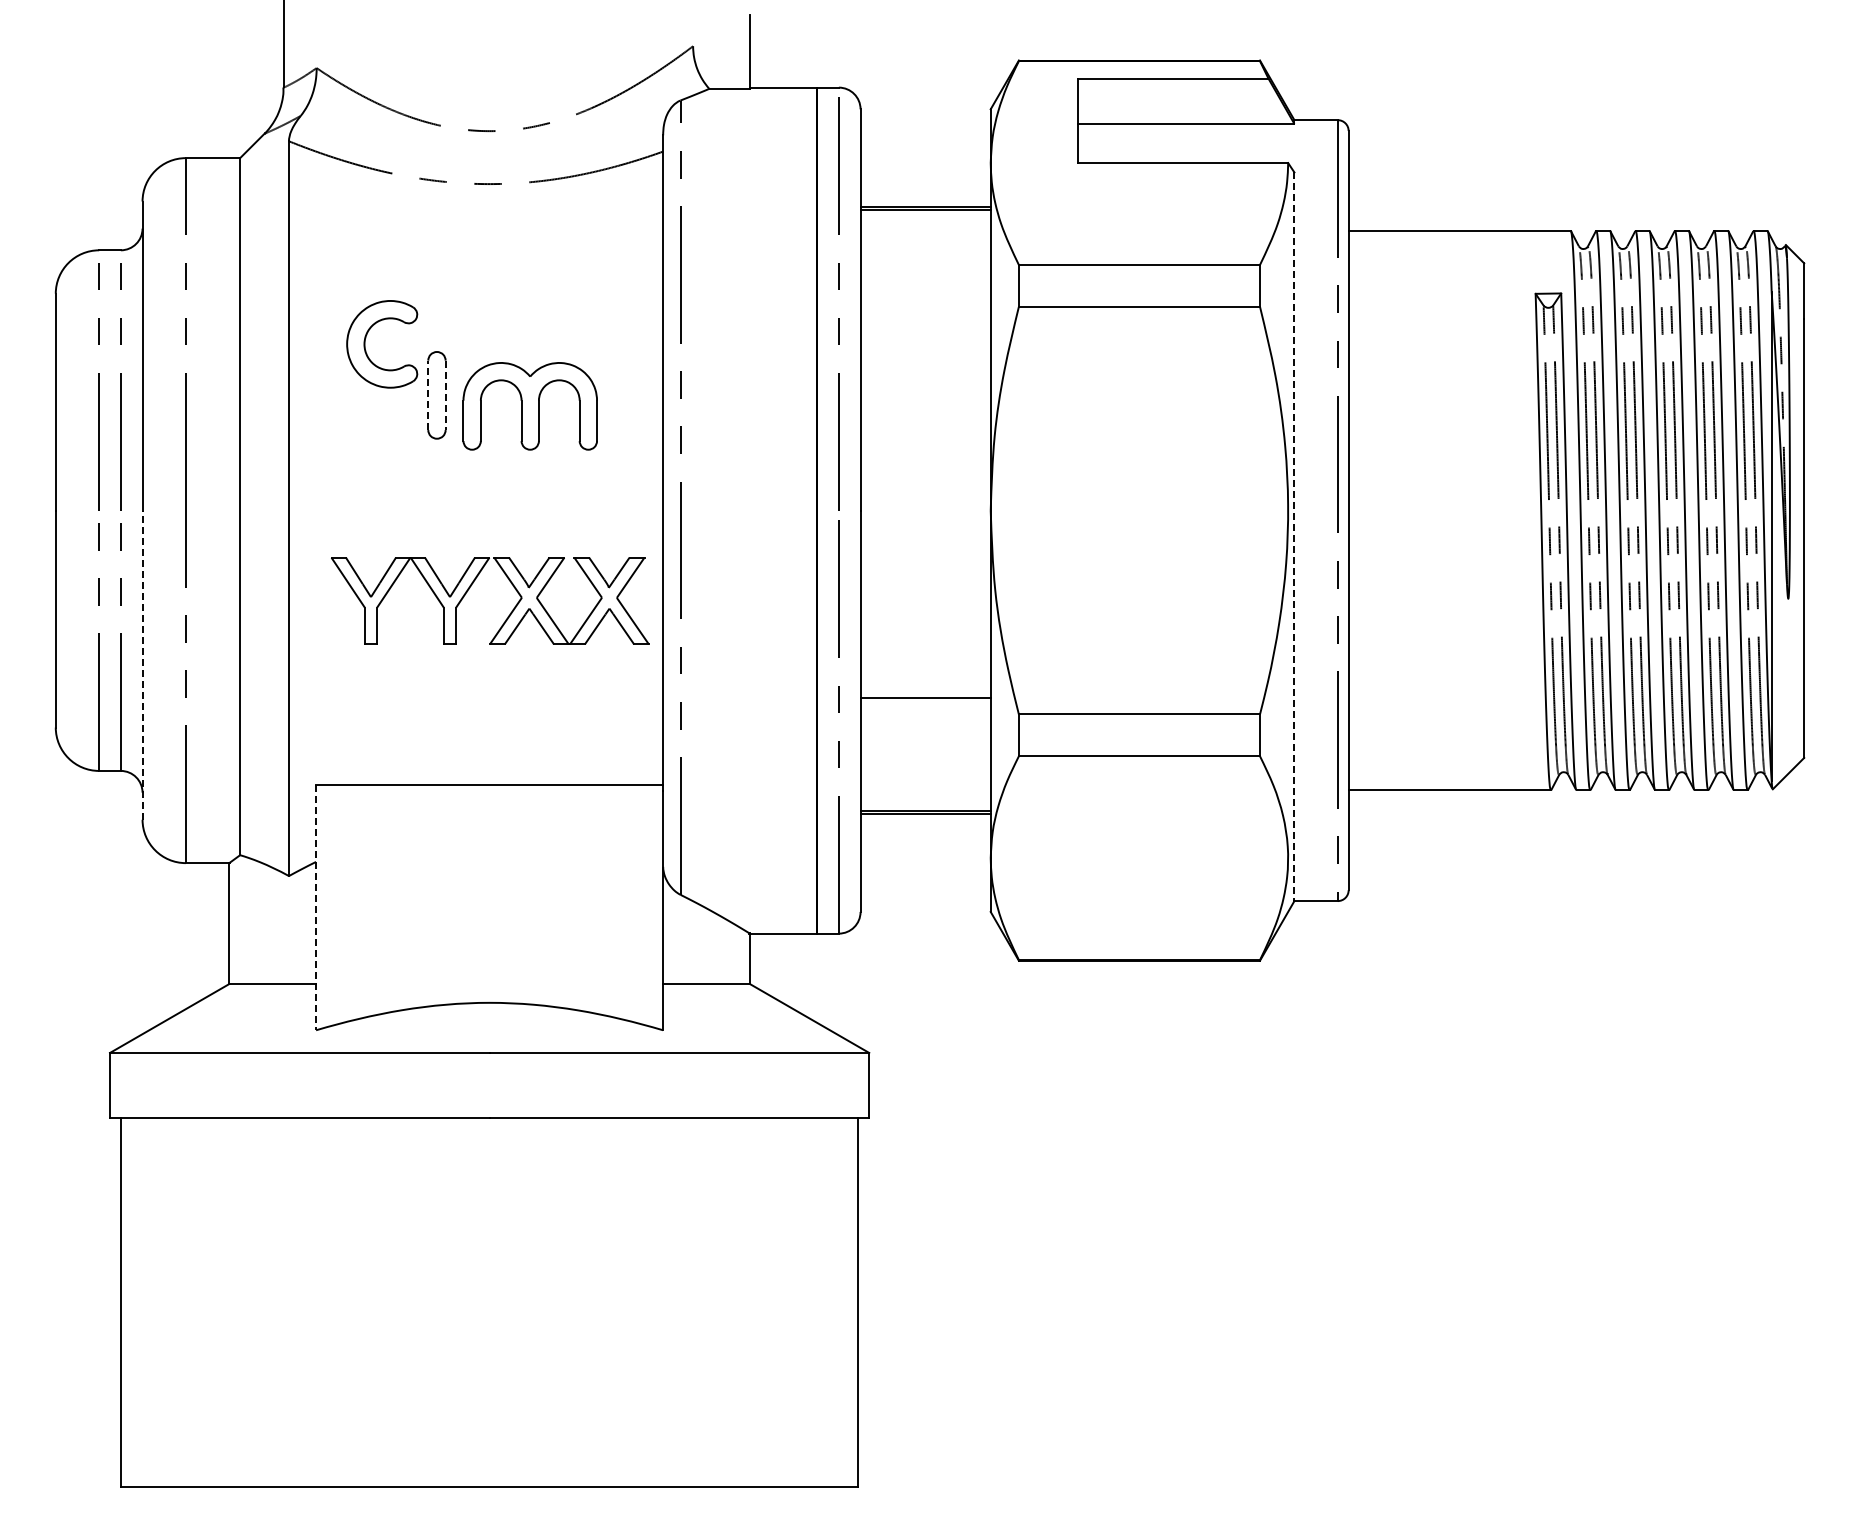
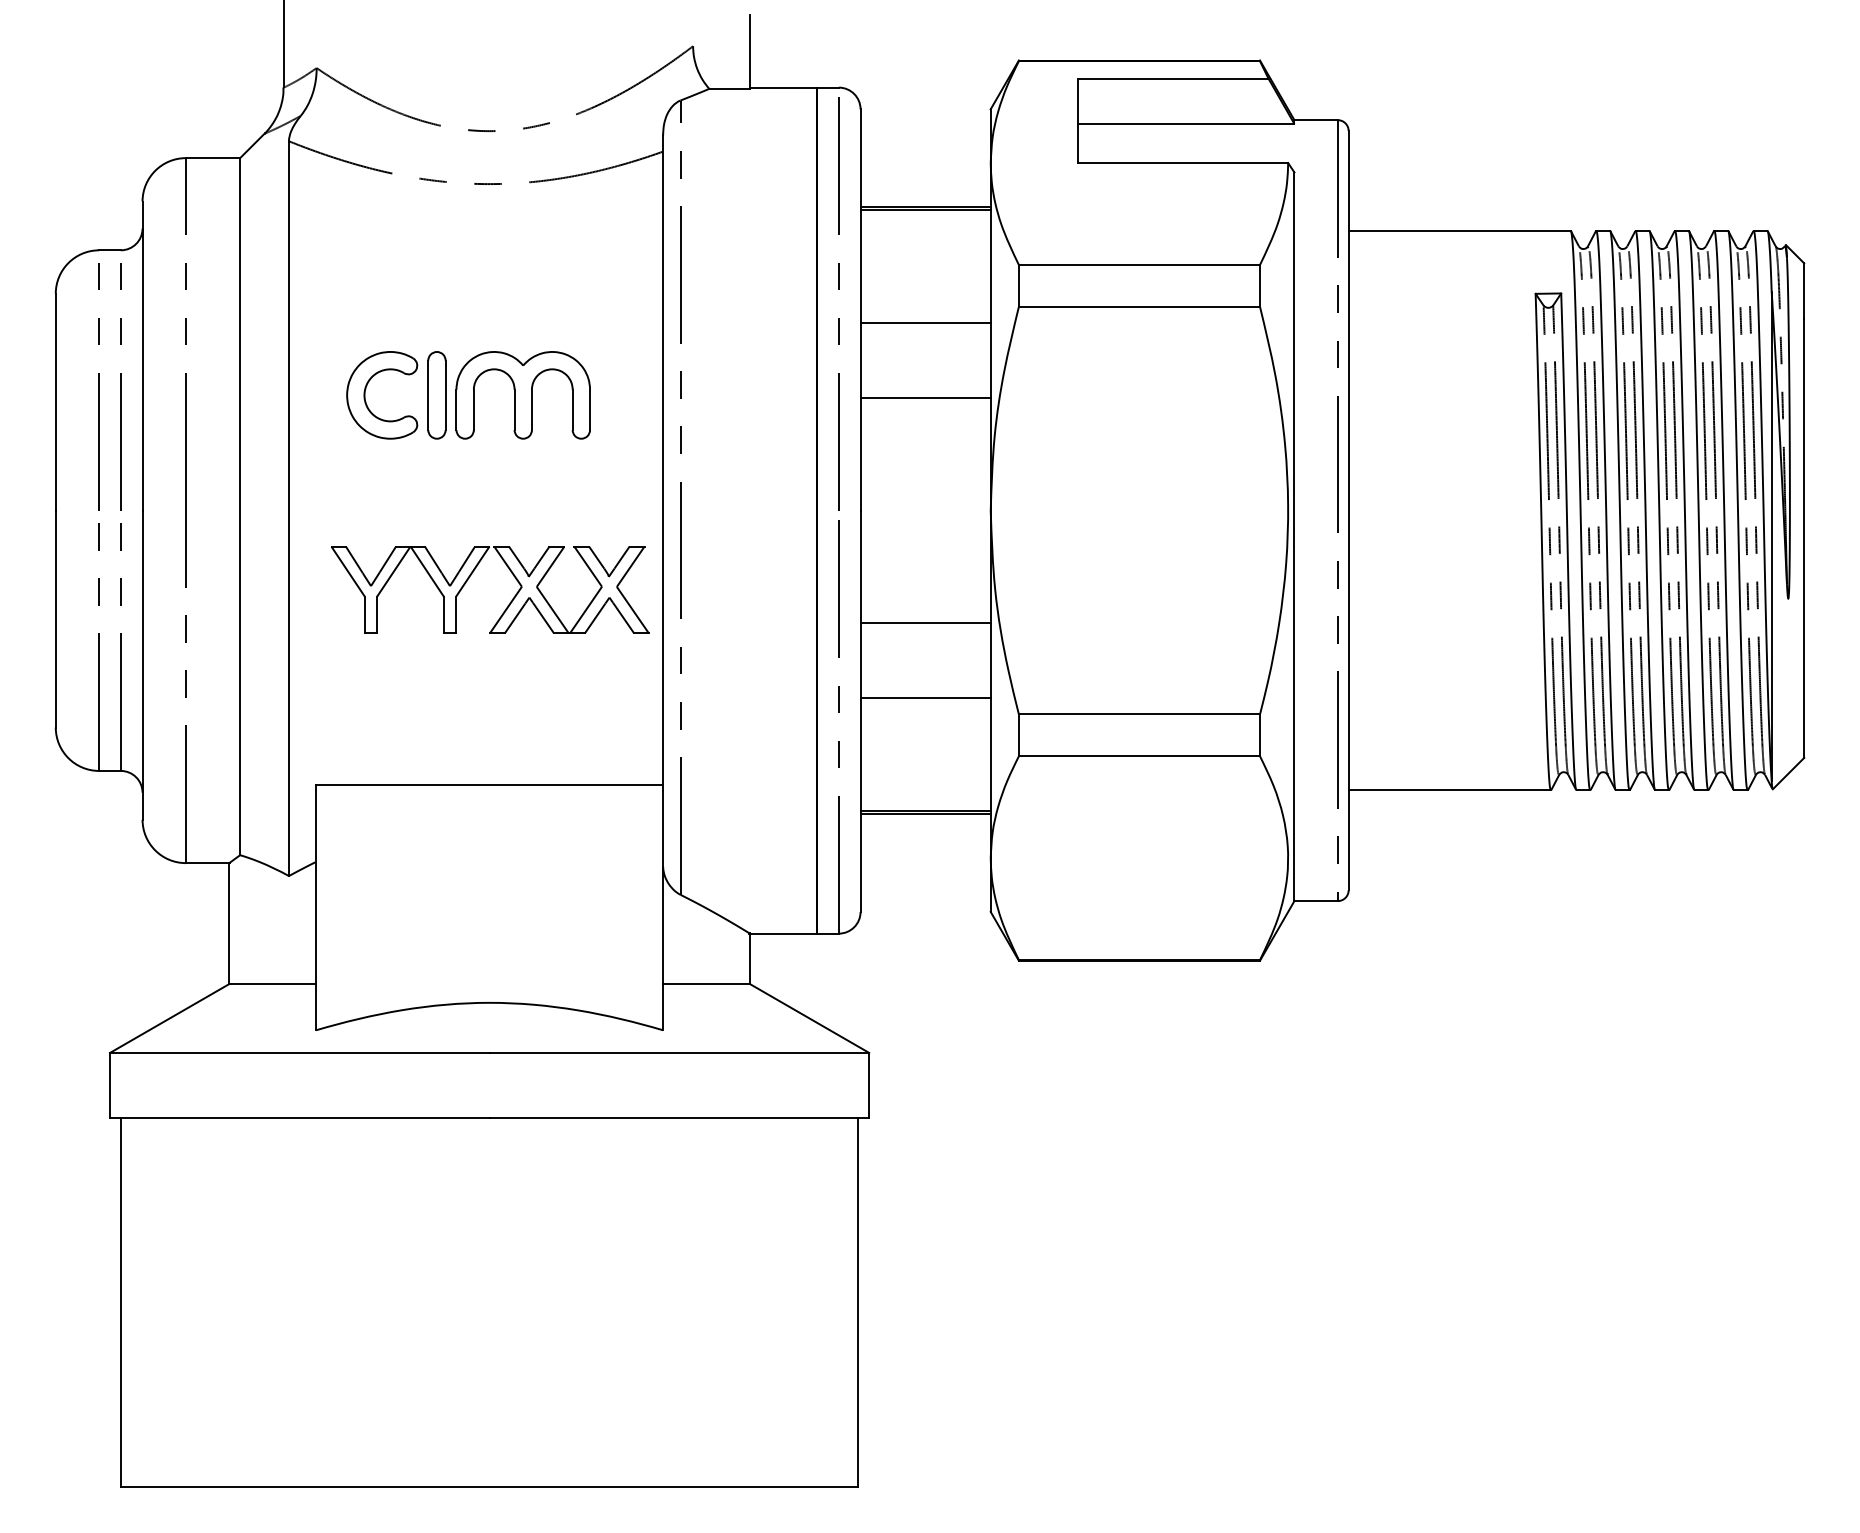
line at (925, 322): none -> present
part at (365, 344) position: (365, 344) -> (365, 395)
line at (428, 395): dashed -> solid
line at (445, 395): dashed -> solid
line at (925, 397): none -> present
part at (529, 406) position: (529, 406) -> (522, 395)
line at (1294, 537): dashed -> solid
part at (510, 612) position: (510, 612) -> (510, 601)
line at (925, 623): none -> present
line at (142, 665): dashed -> solid
line at (316, 907): dashed -> solid
